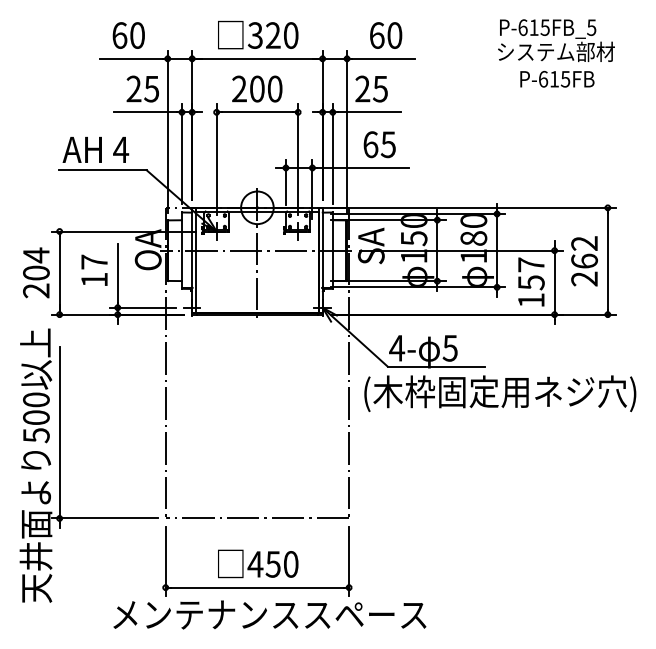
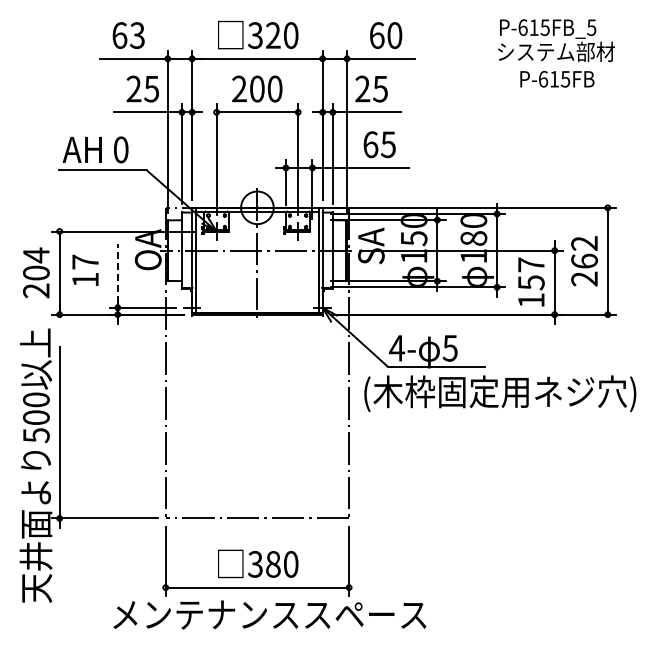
text at (136, 35): 60 -> 63
text at (121, 149): 4 -> 0
text at (94, 269) position: (94, 269) -> (85, 269)
line at (117, 272): solid -> dashed
text at (263, 564): 450 -> 380
